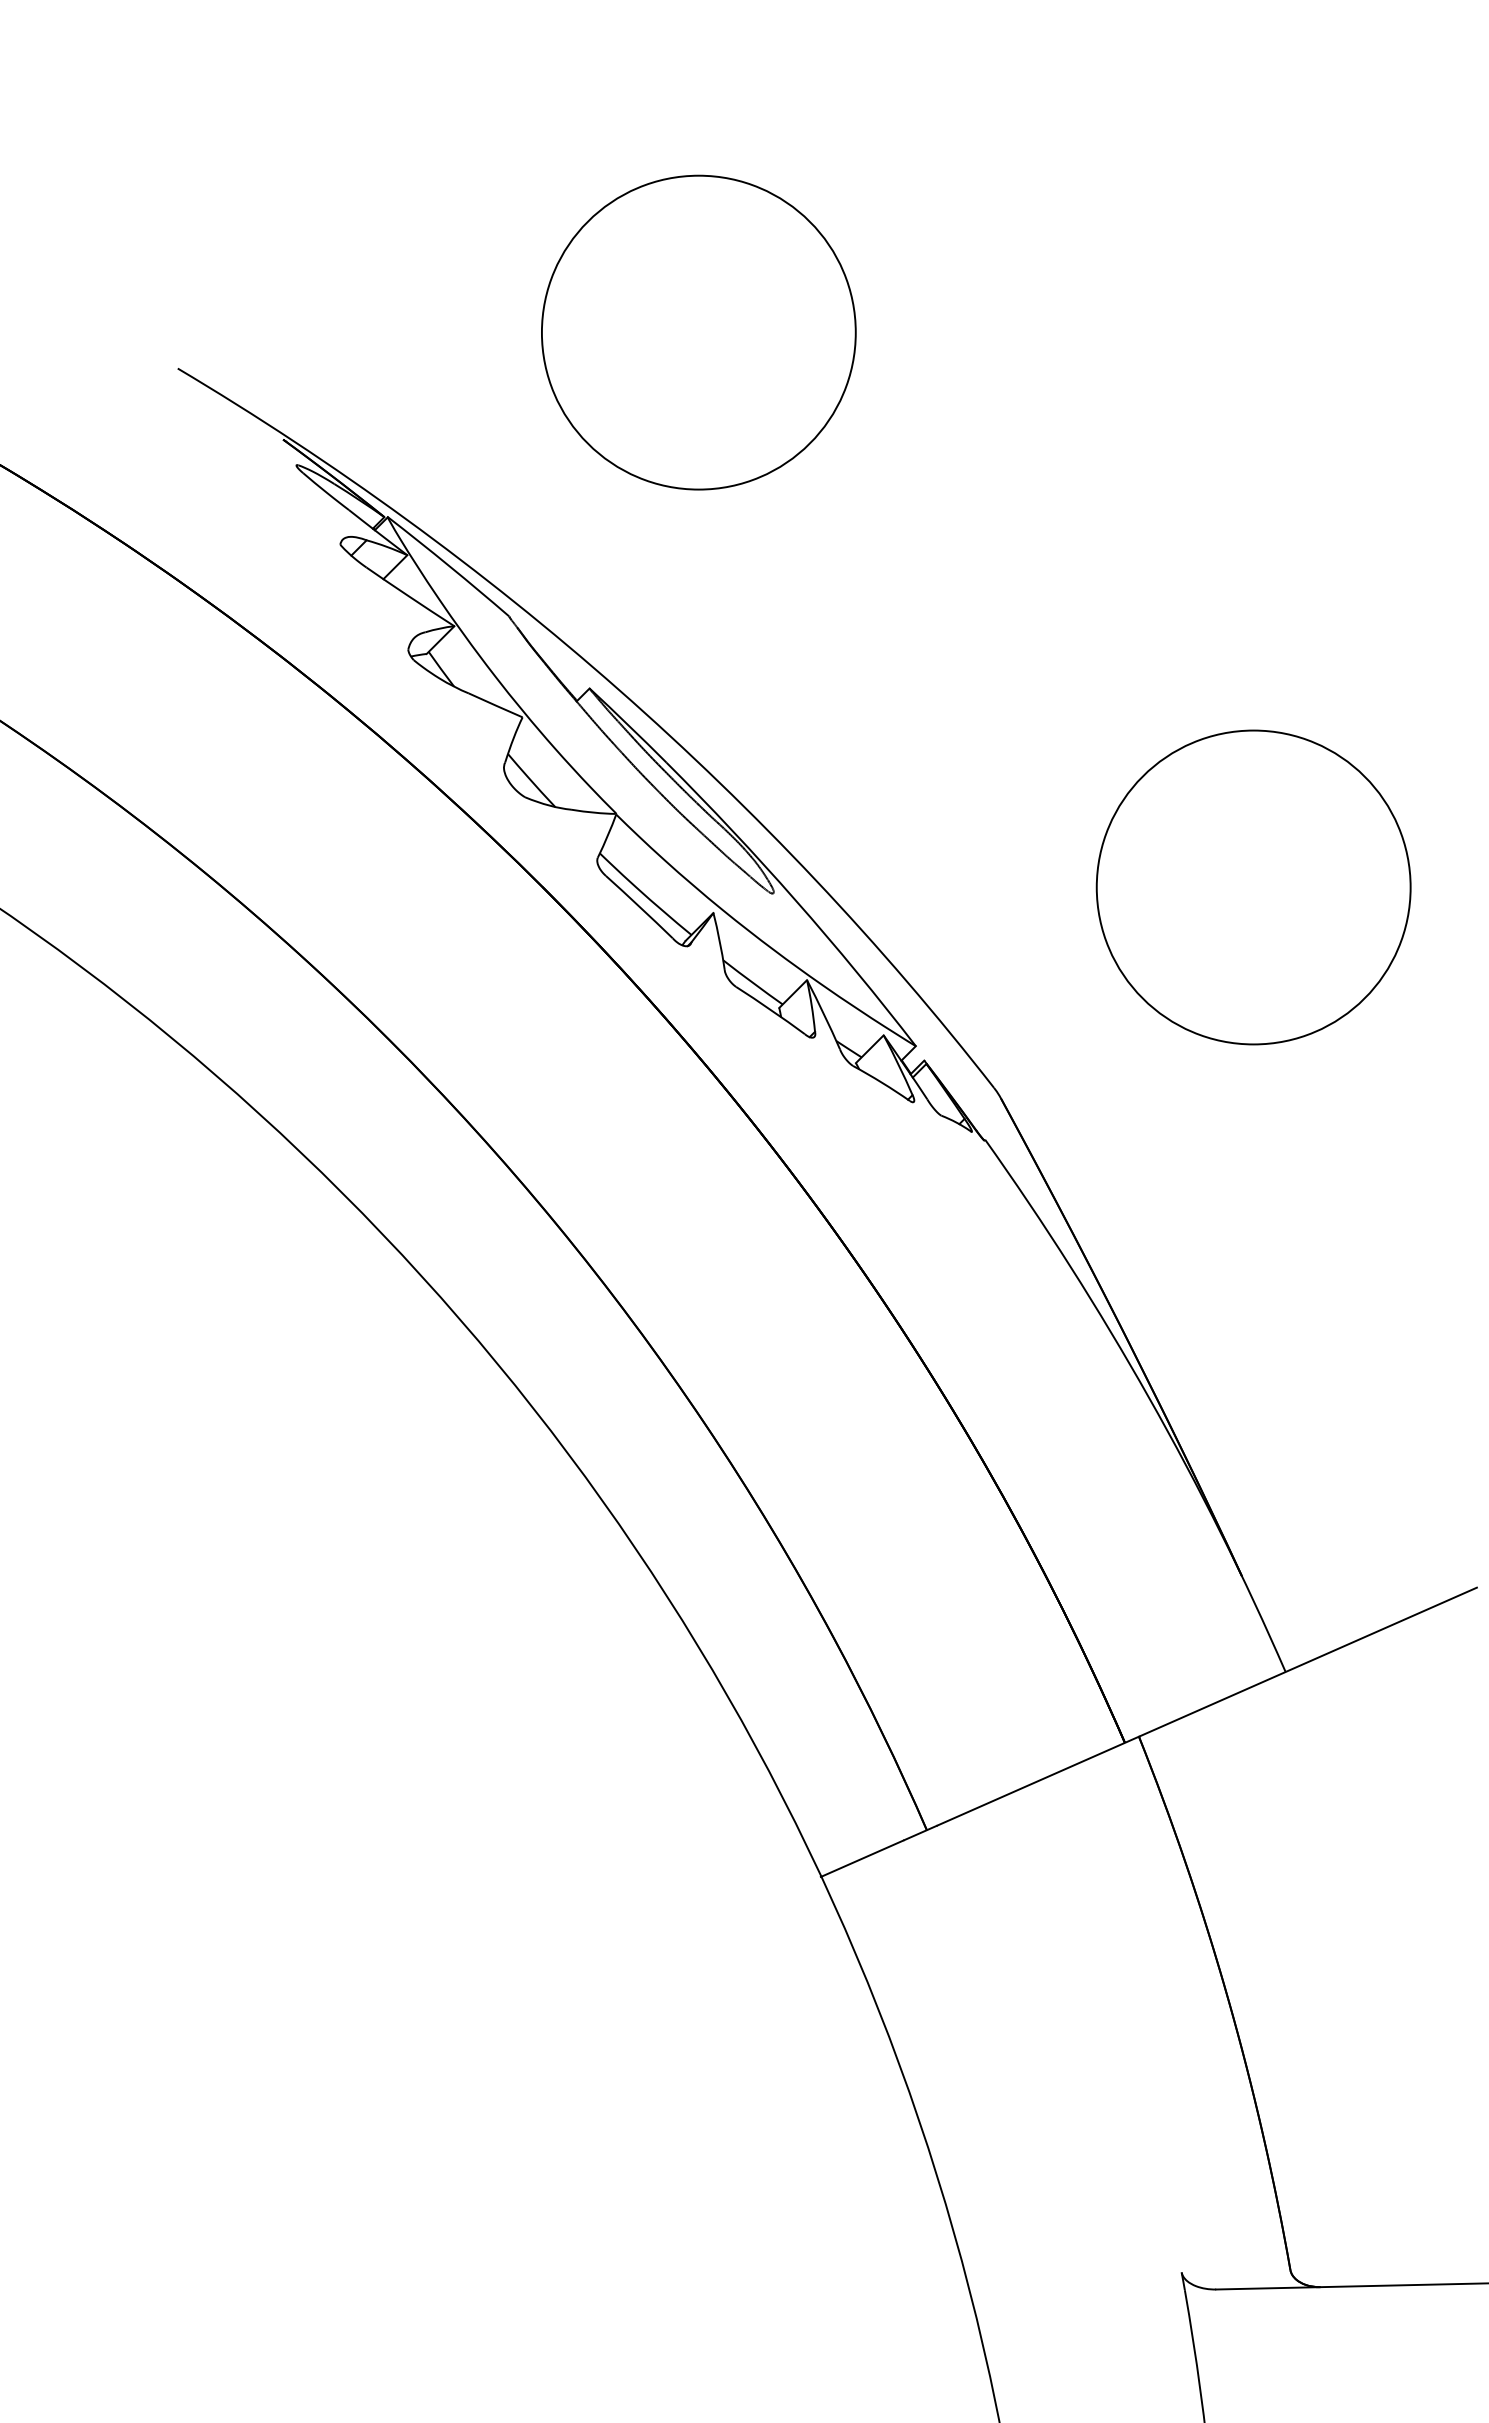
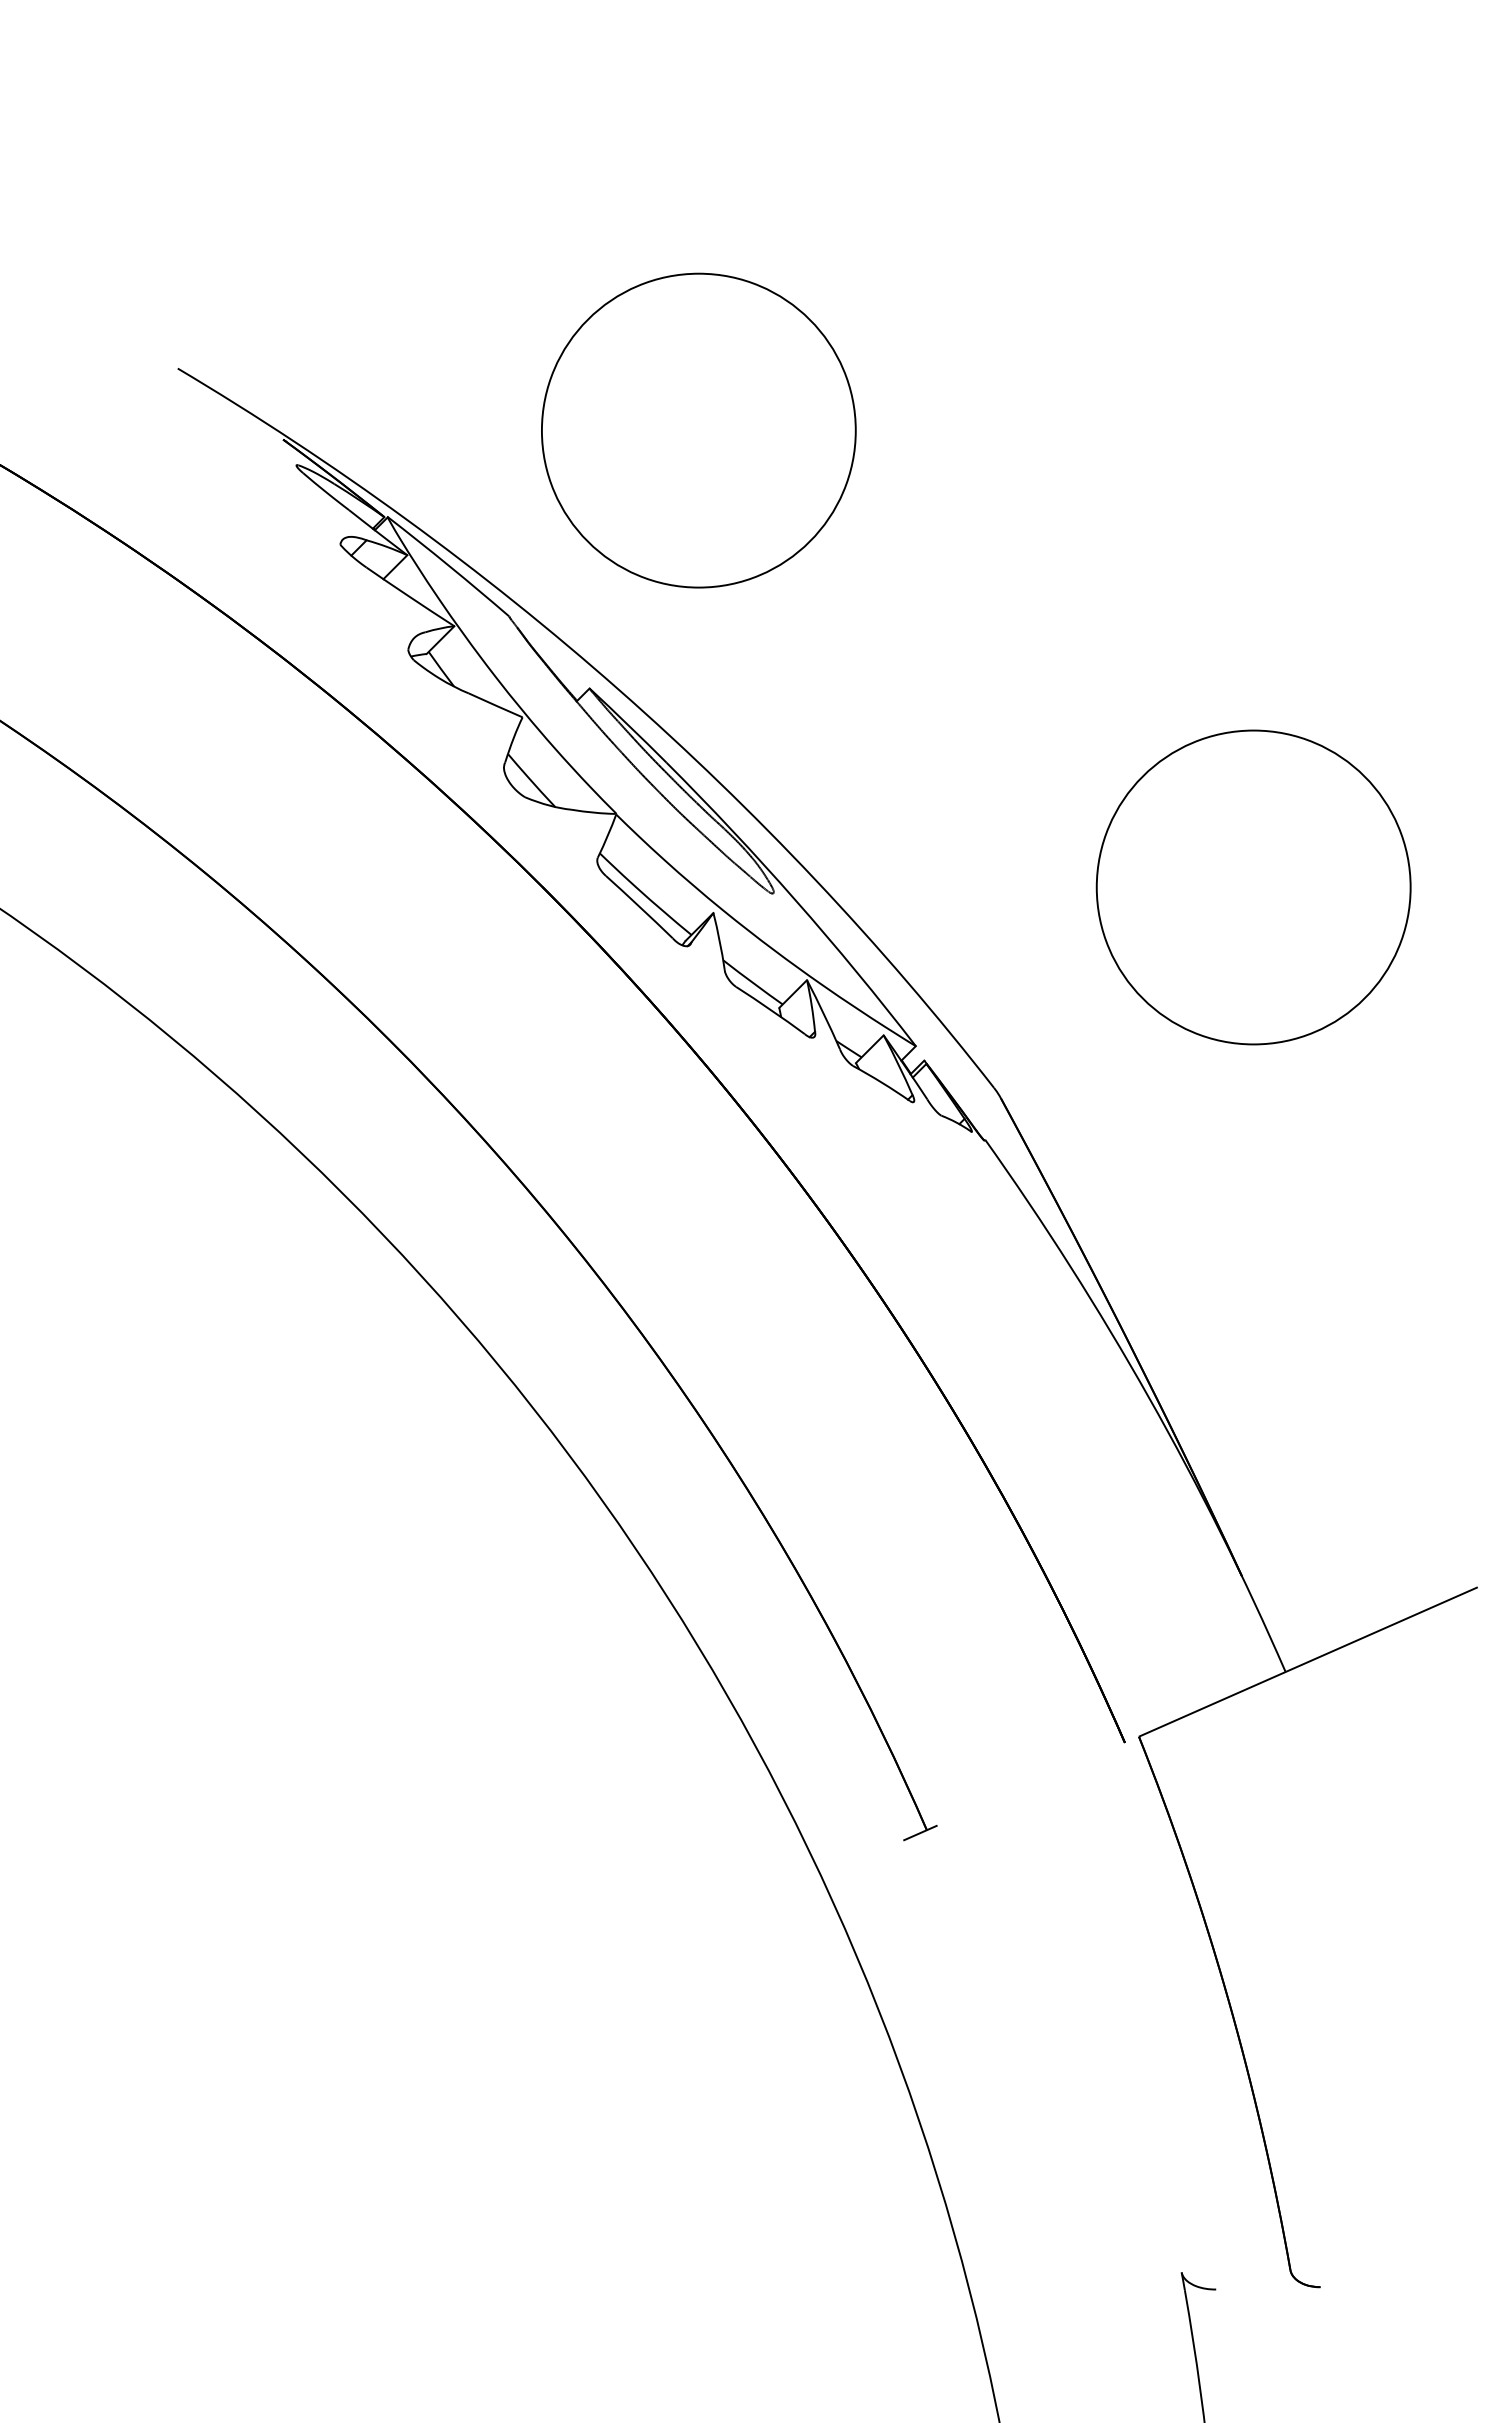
circle at (698, 332) position: (698, 332) -> (698, 430)
line at (1037, 1780): present -> none
line at (861, 1858): present -> none
line at (1350, 2286): present -> none
